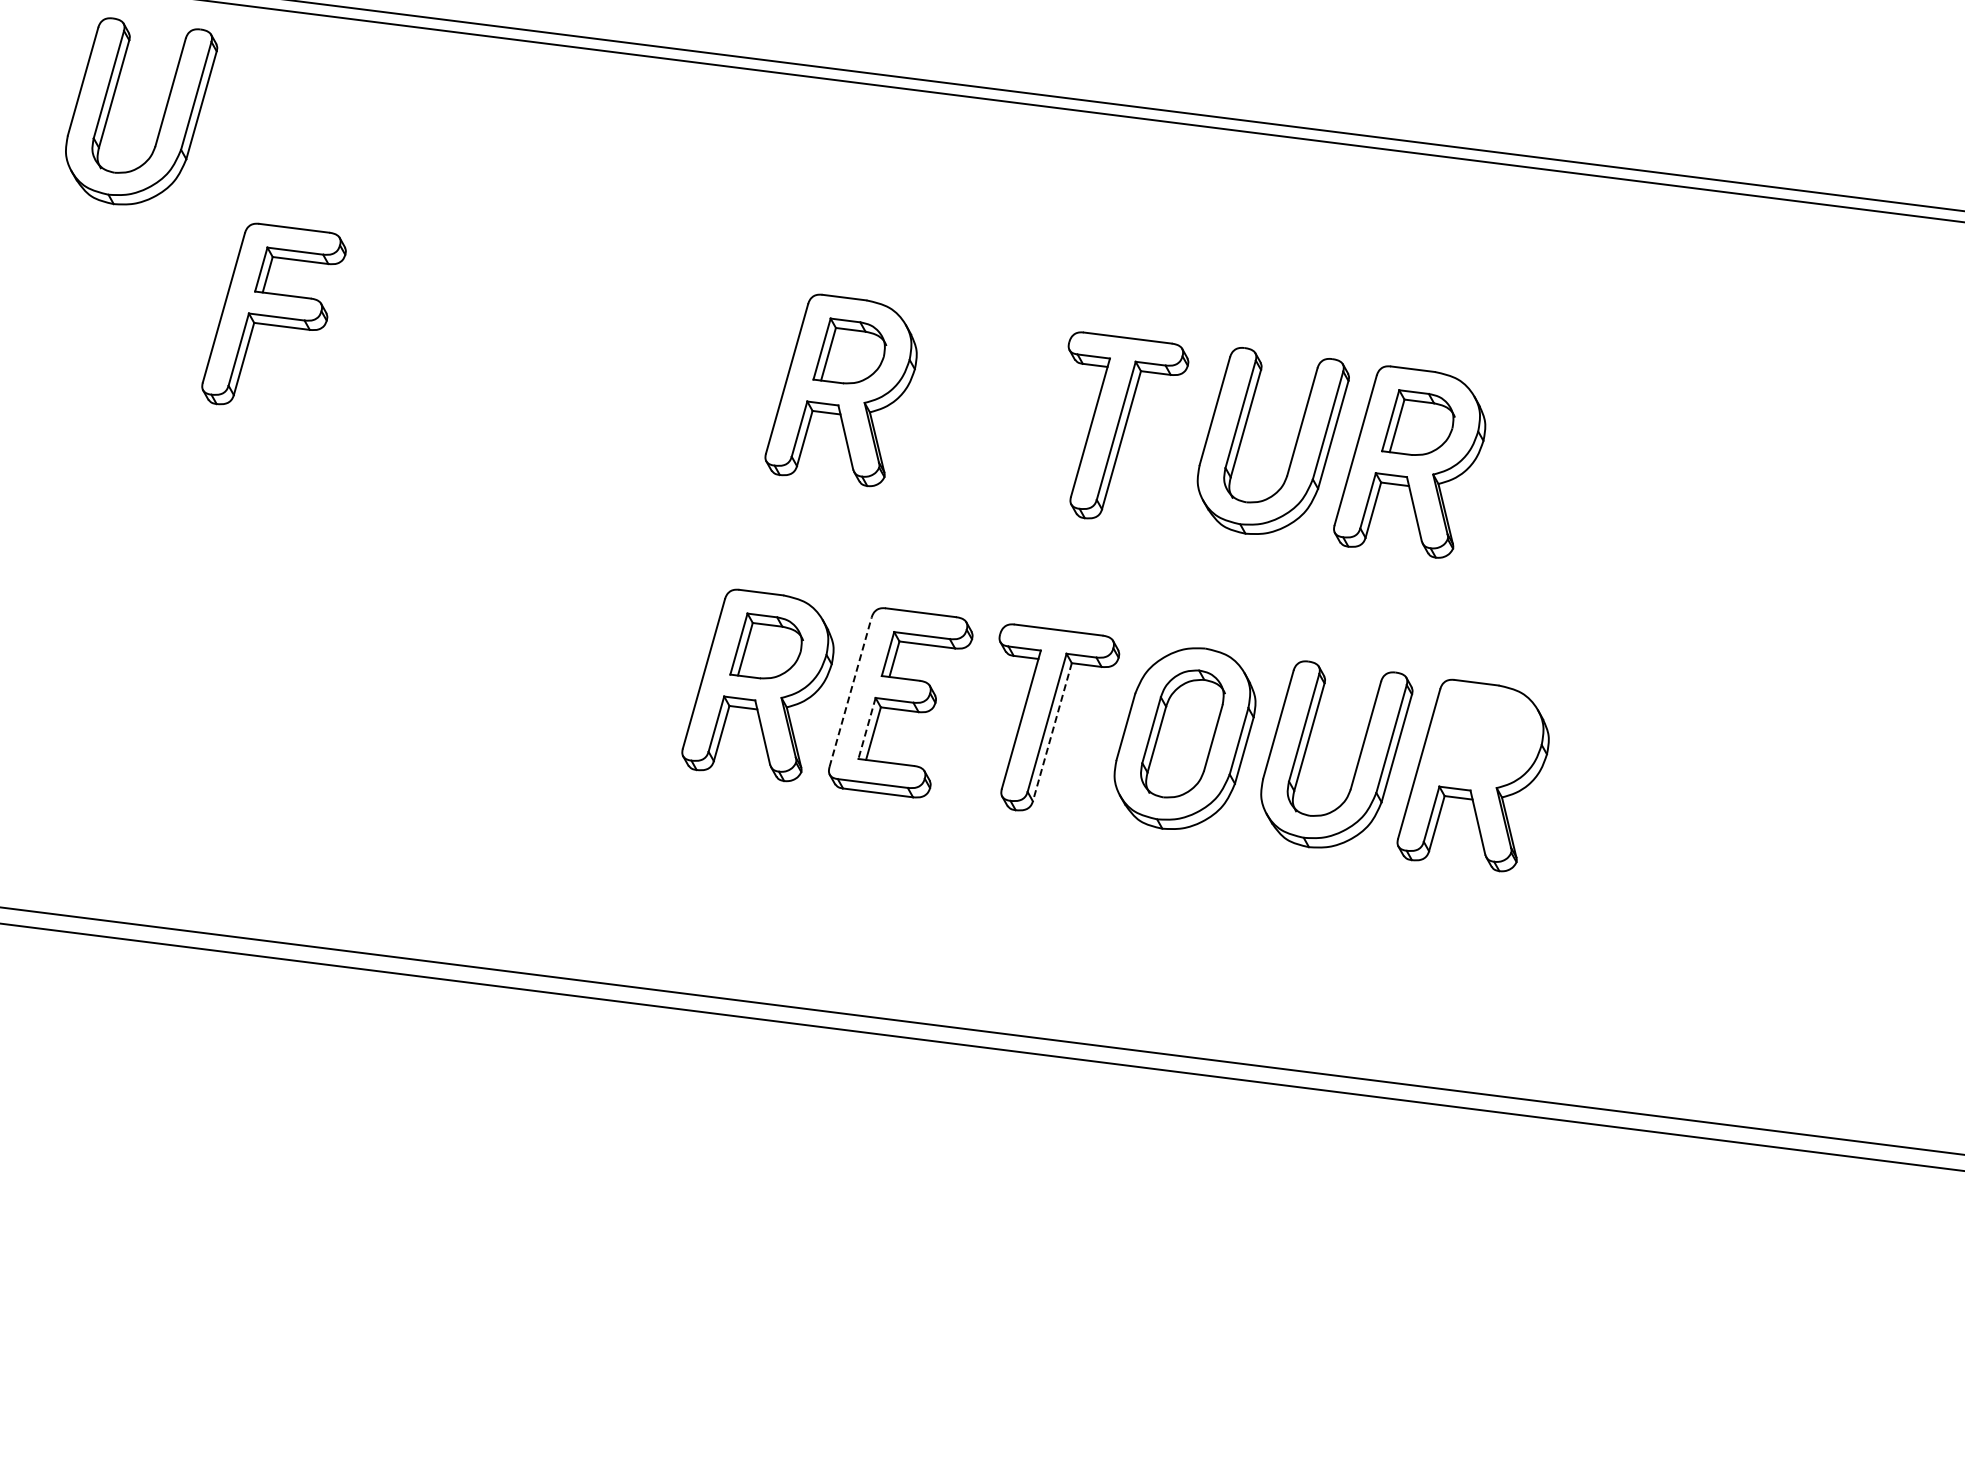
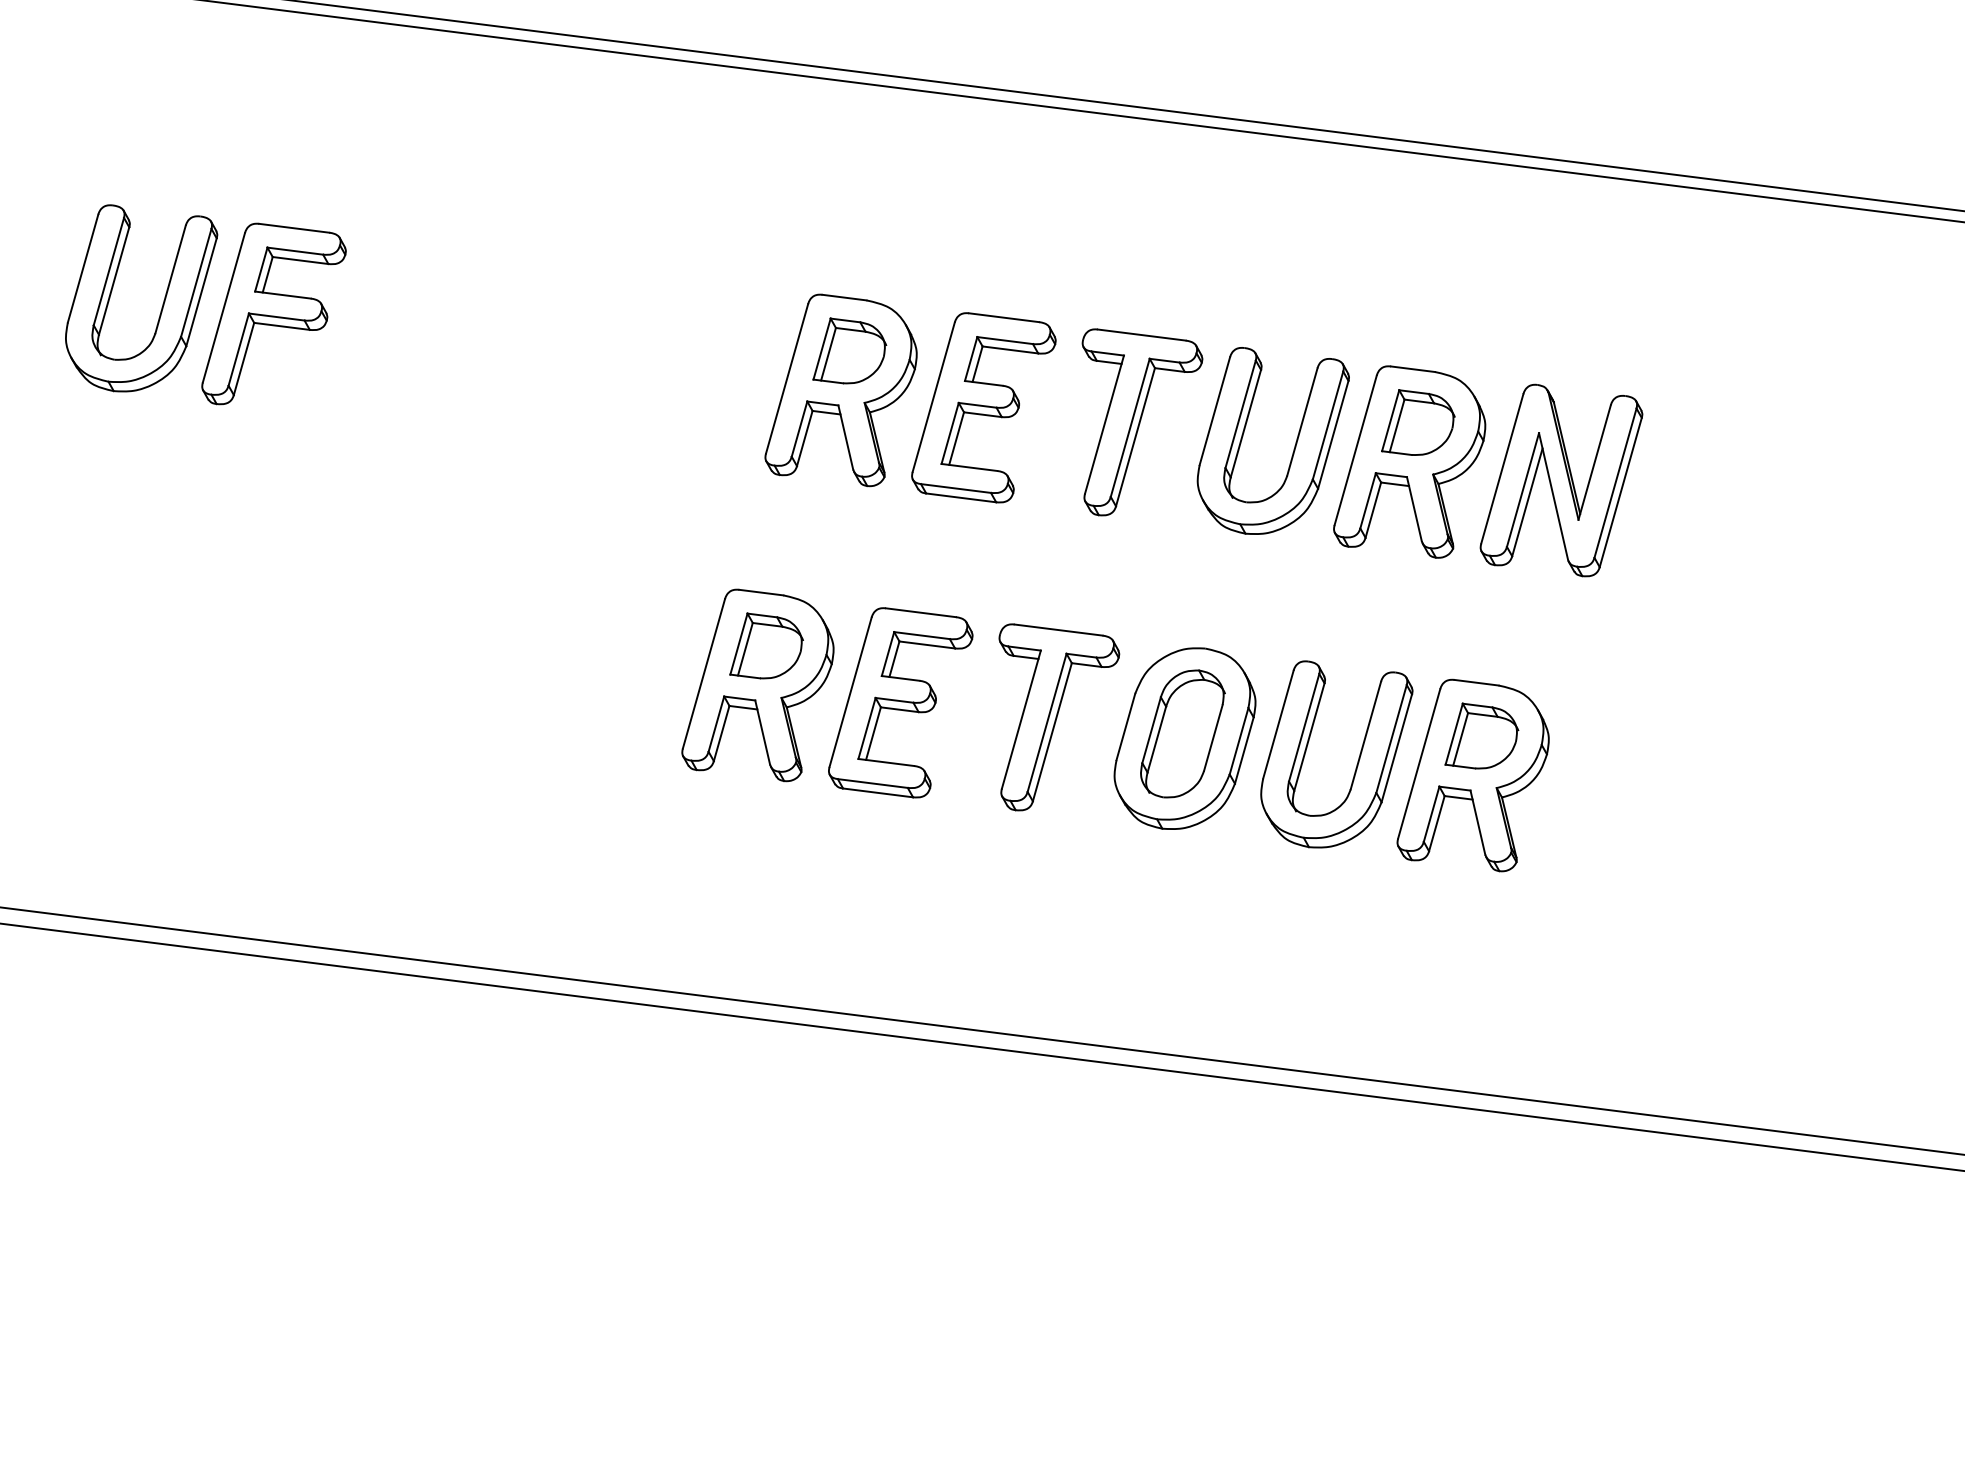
part at (162, 116) position: (162, 116) -> (162, 303)
part at (983, 407): none -> present
part at (1128, 425) position: (1128, 425) -> (1142, 422)
part at (1561, 480): none -> present
line at (850, 692): dashed -> solid
line at (867, 728): dashed -> solid
line at (1052, 732): dashed -> solid
part at (1481, 735): none -> present
